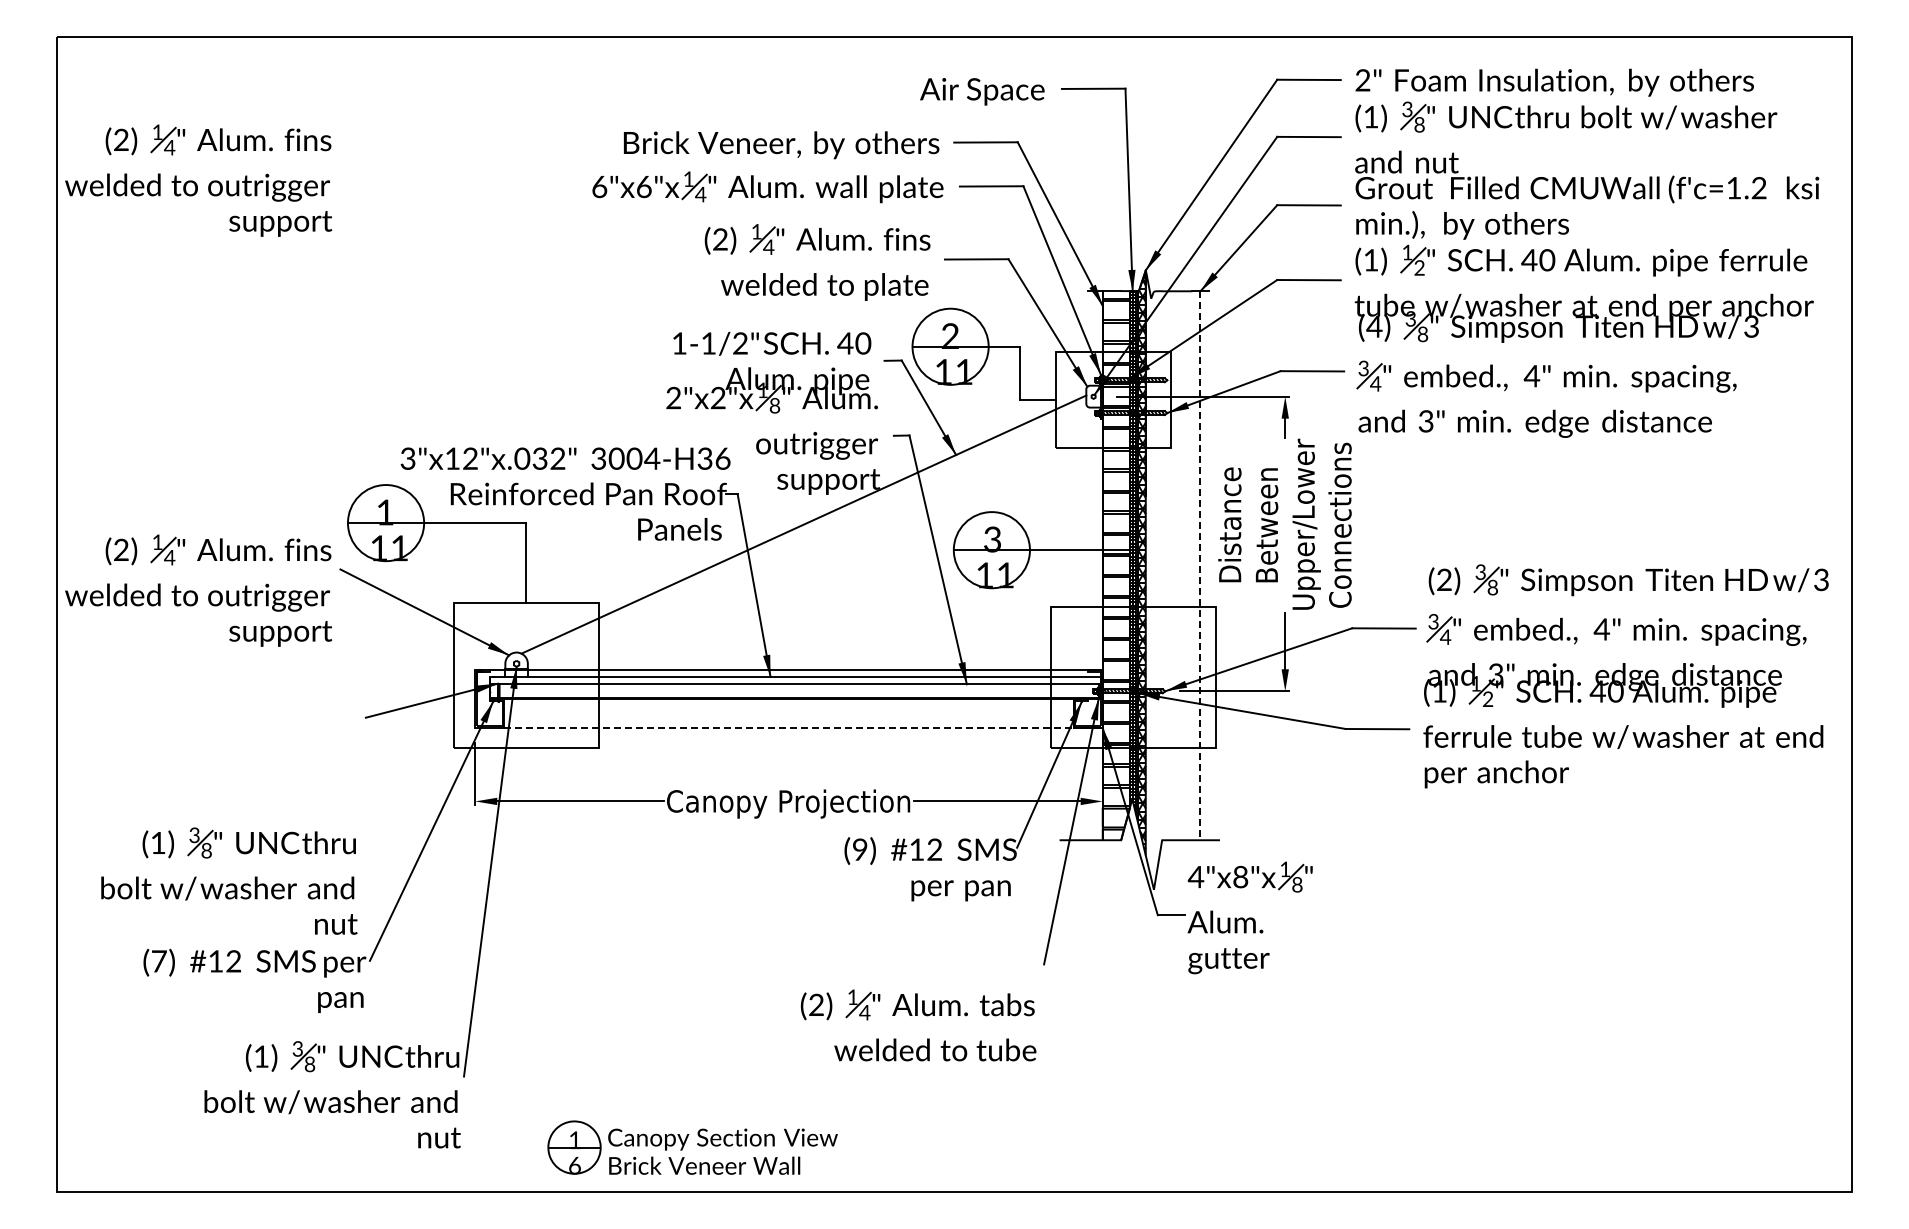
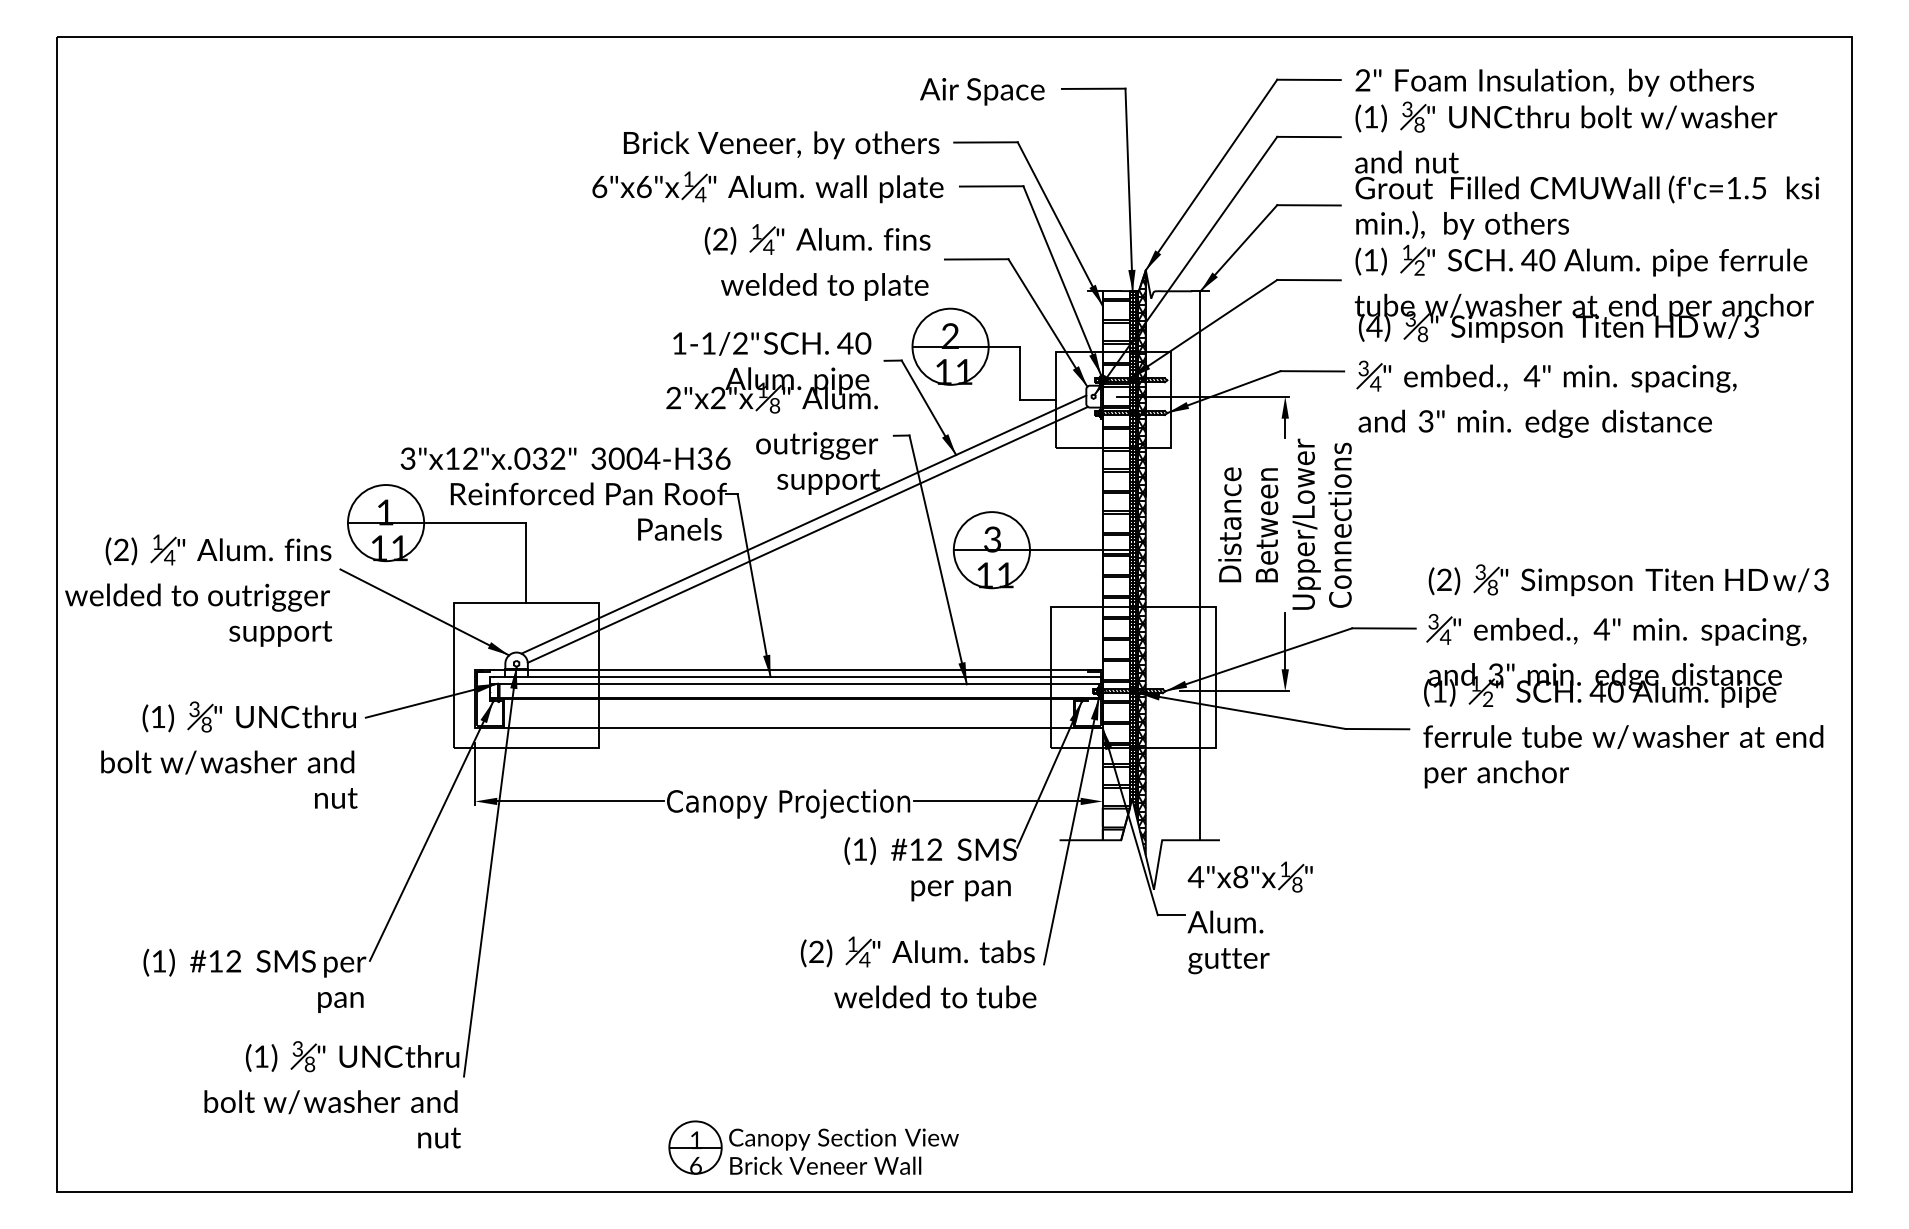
part at (198, 180): present -> none
text at (1758, 188): (f'c=1.2 -> (f'c=1.5
line at (807, 534): none -> present
line at (1199, 566): dashed -> solid
line at (788, 728): dashed -> solid
text at (860, 849): (9) -> (1)
part at (229, 880) position: (229, 880) -> (229, 754)
text at (159, 961): (7) -> (1)
part at (917, 1015) position: (917, 1015) -> (917, 962)
part at (692, 1147) position: (692, 1147) -> (813, 1147)
